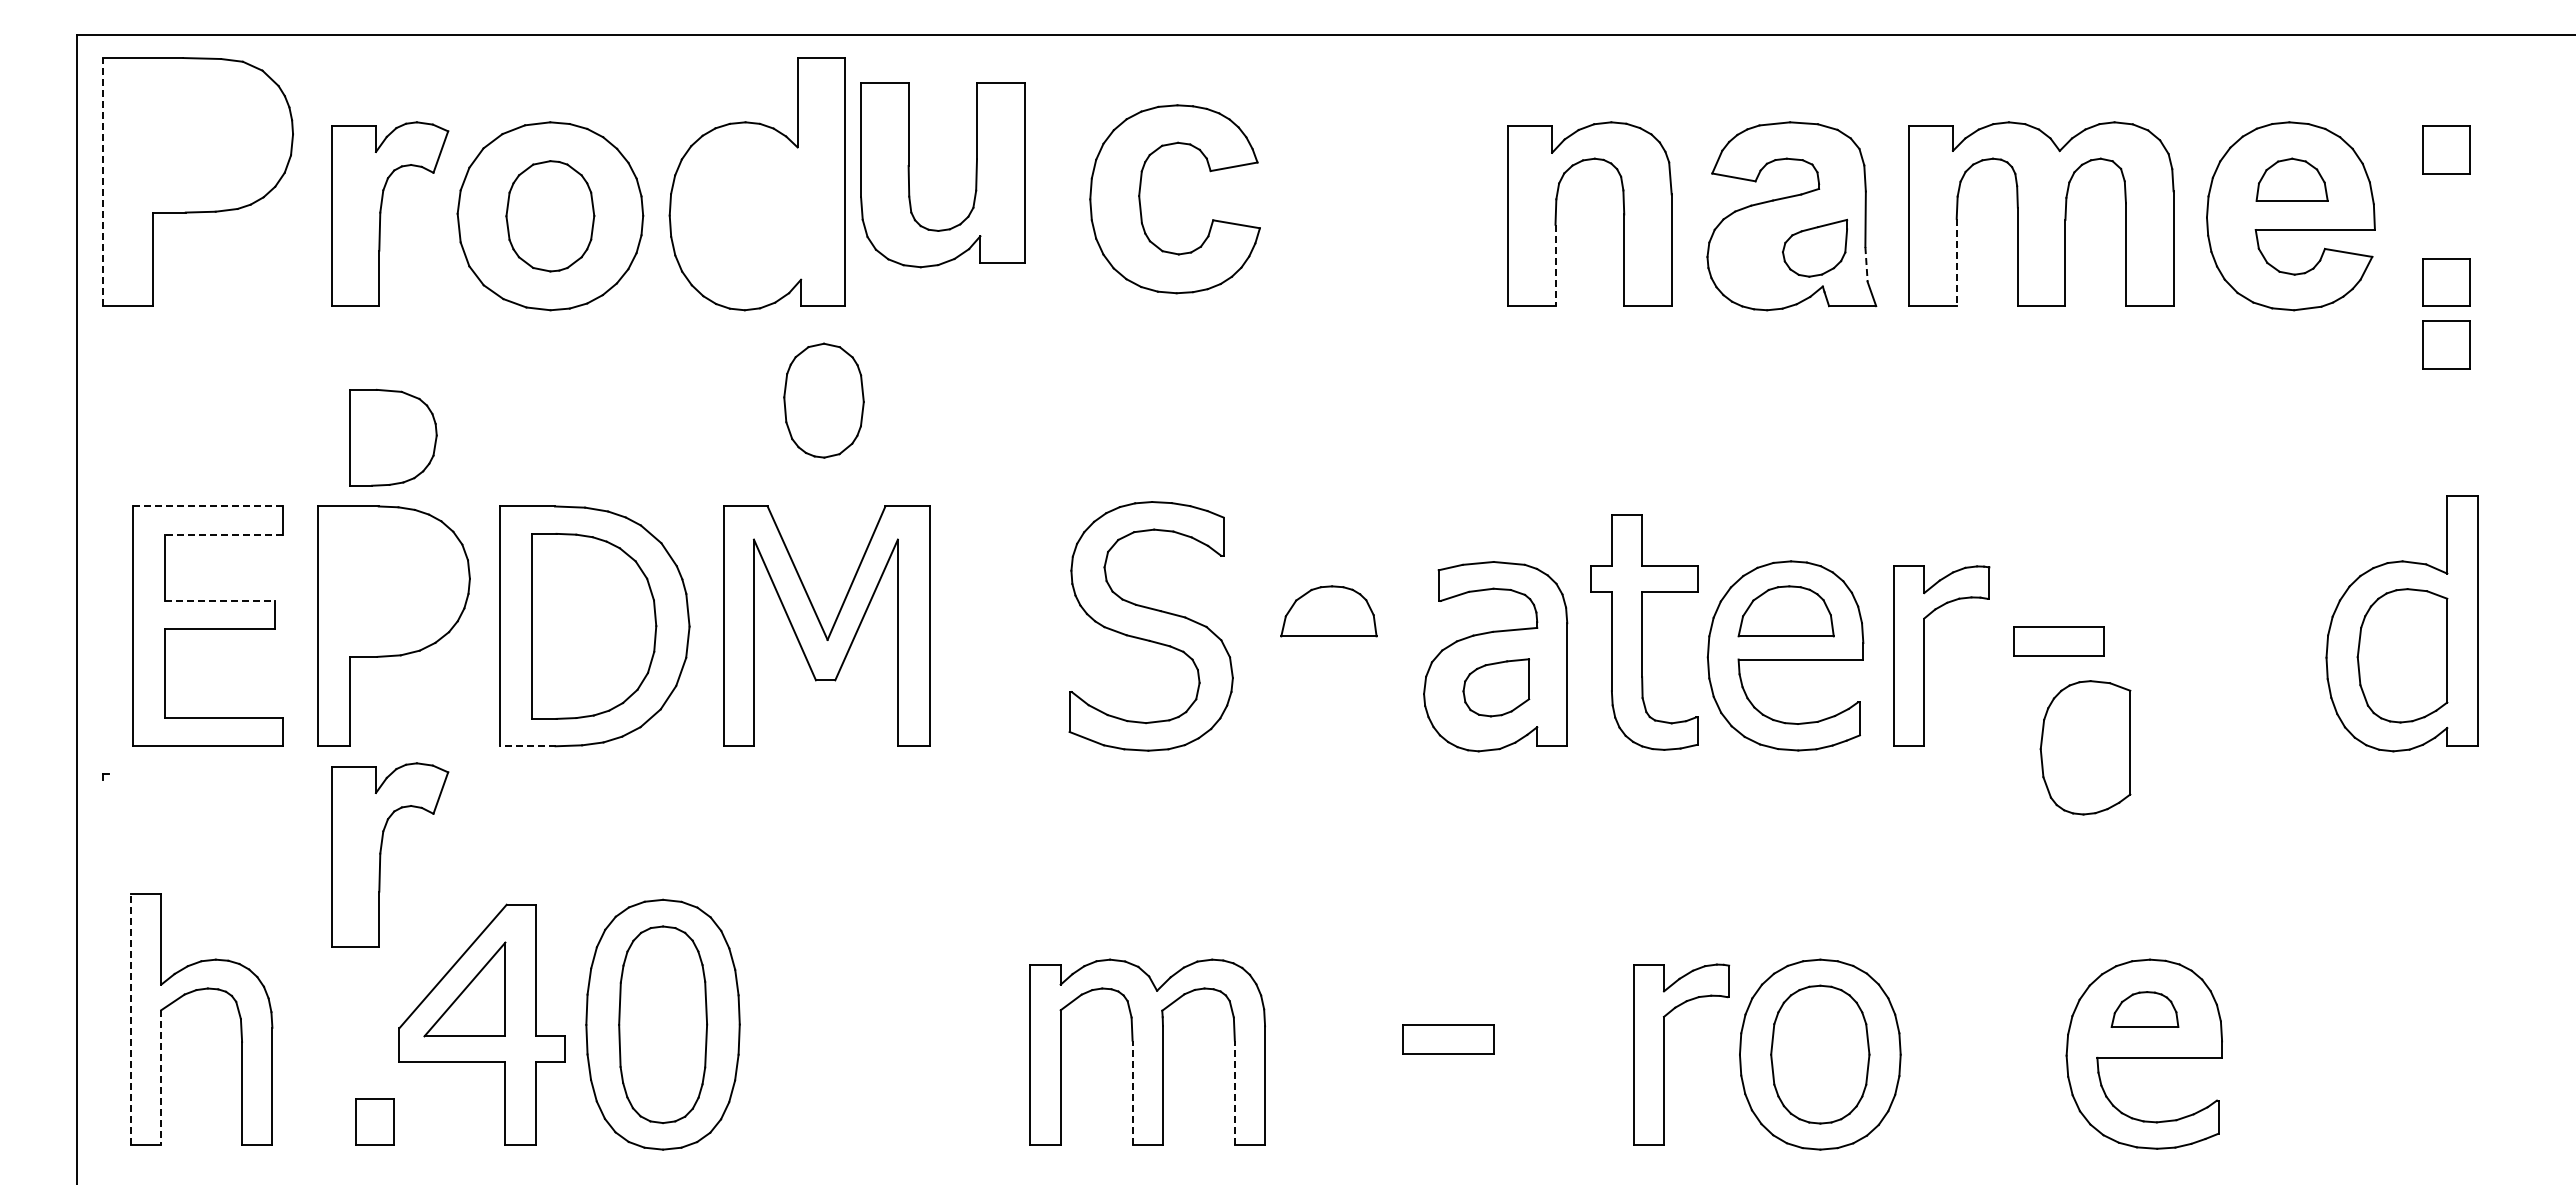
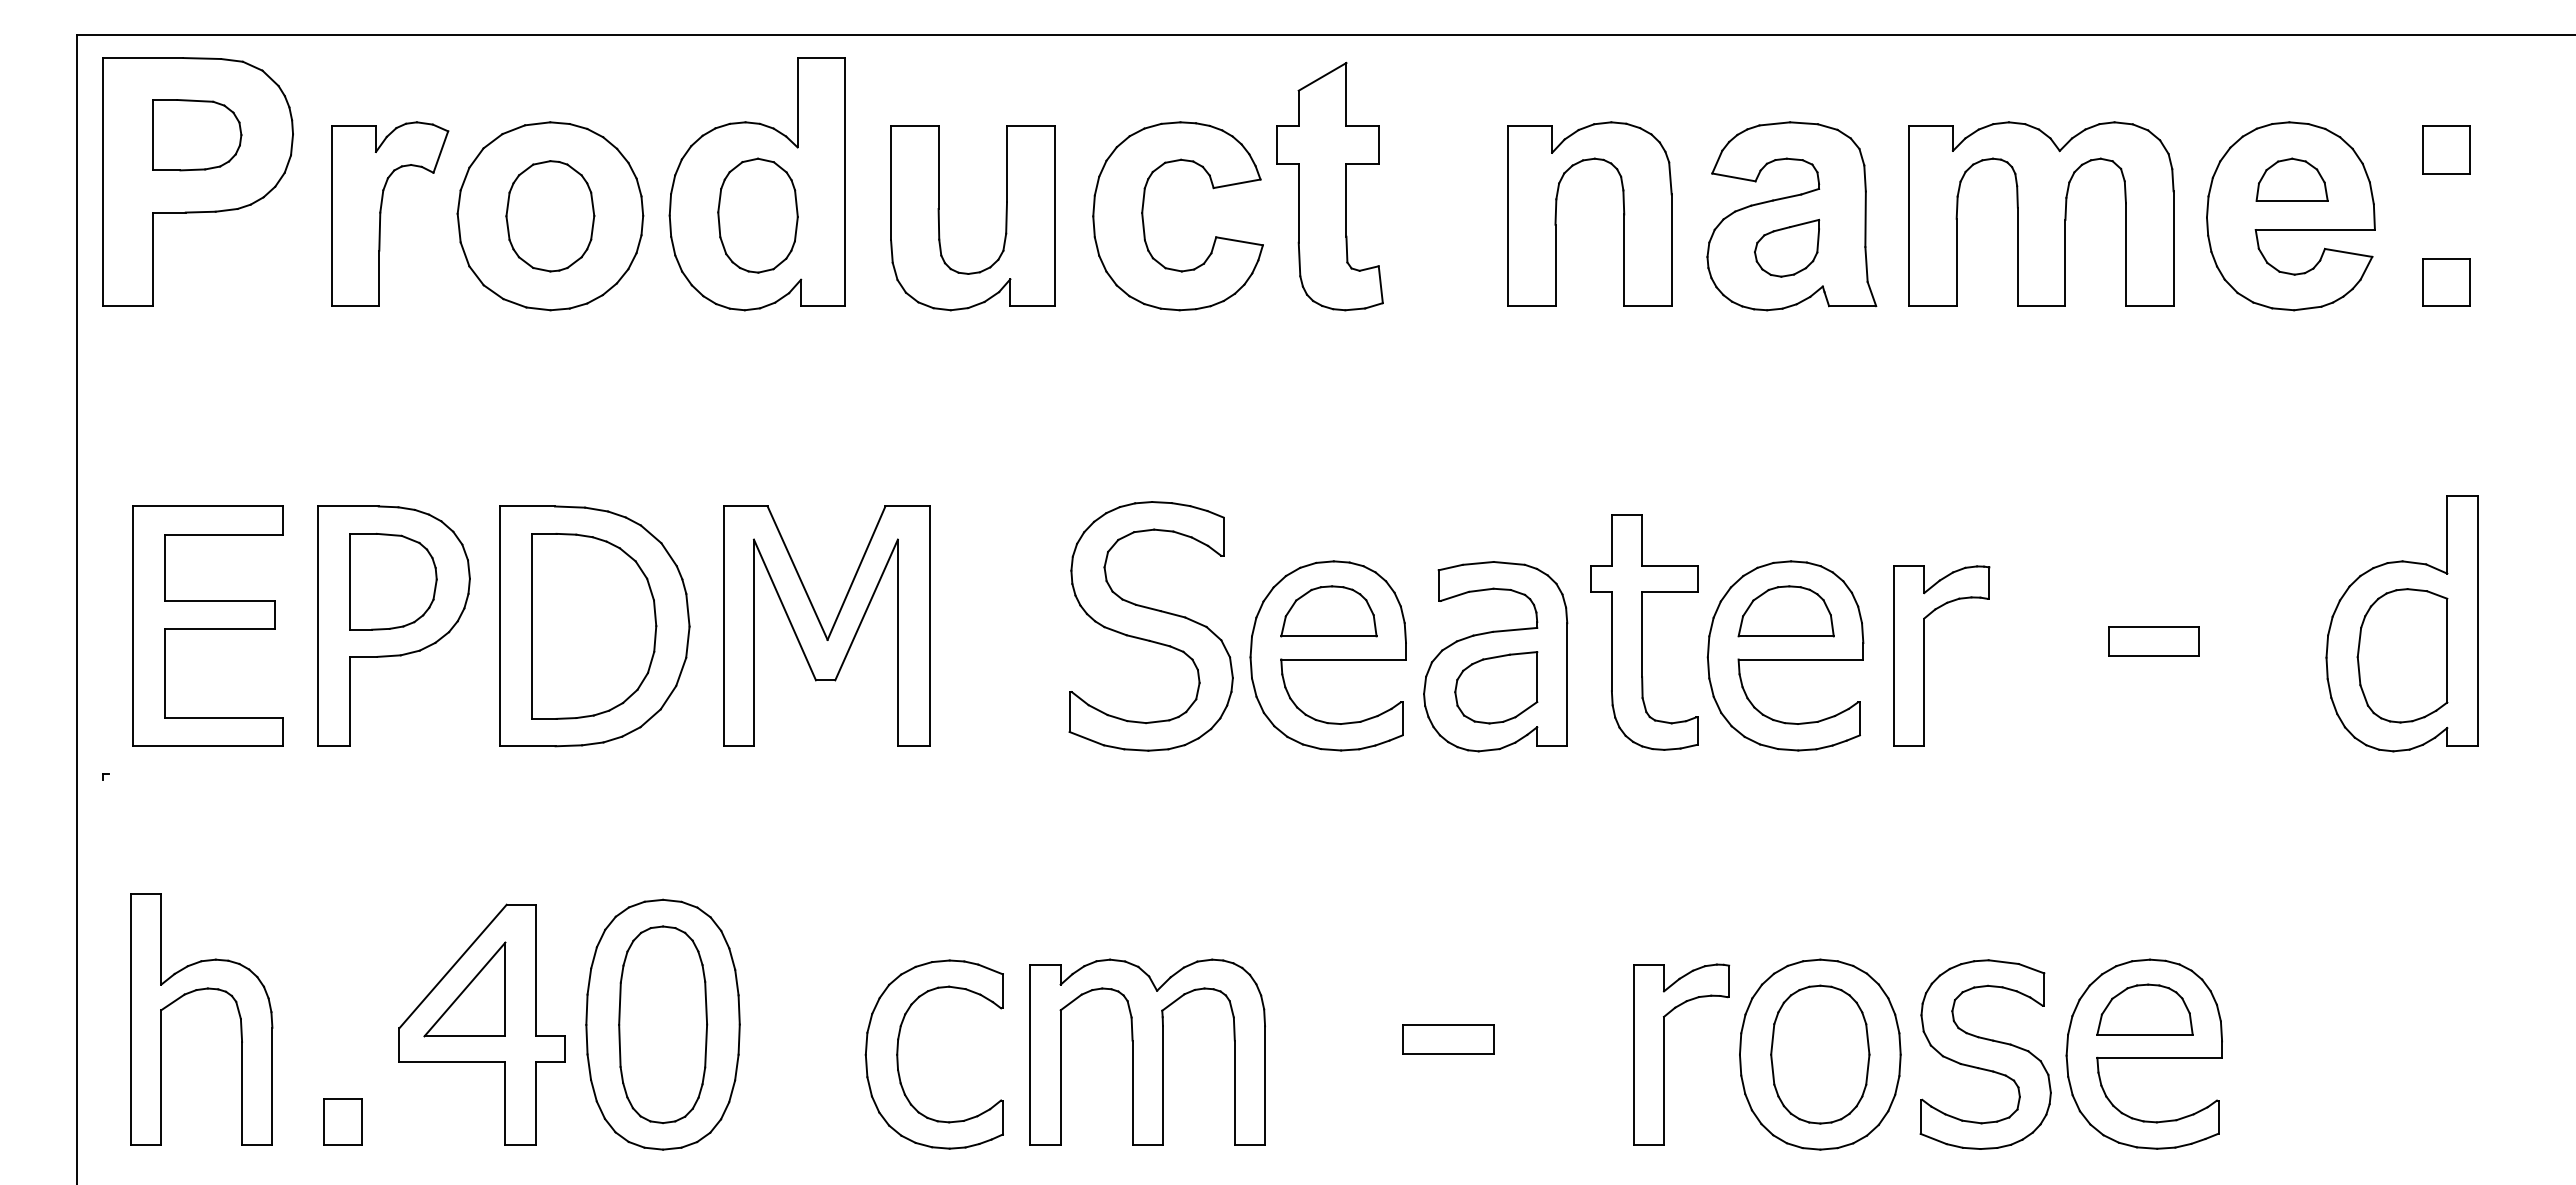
part at (197, 135): none -> present
part at (909, 175) position: (909, 175) -> (939, 218)
line at (102, 181): dashed -> solid
part at (1329, 186): none -> present
part at (1141, 206) position: (1141, 206) -> (1144, 223)
part at (1815, 247) position: (1815, 247) -> (1787, 247)
line at (1956, 262): dashed -> solid
line at (1866, 264): dashed -> solid
line at (1555, 265): dashed -> solid
part at (2446, 344): present -> none
part at (823, 400) position: (823, 400) -> (757, 215)
part at (393, 437) position: (393, 437) -> (393, 581)
line at (208, 506): dashed -> solid
line at (223, 534): dashed -> solid
line at (220, 600): dashed -> solid
part at (2058, 641) position: (2058, 641) -> (2153, 641)
part at (1327, 655): none -> present
part at (1496, 687) size: 69x60 px -> 85x74 px
line at (527, 746): dashed -> solid
part at (2085, 747): present -> none
part at (381, 854): present -> none
part at (2144, 1009) size: 70x37 px -> 98x53 px
line at (130, 1018): dashed -> solid
part at (898, 1054): none -> present
part at (1985, 1054): none -> present
line at (161, 1077): dashed -> solid
line at (1132, 1092): dashed -> solid
line at (1234, 1092): dashed -> solid
part at (374, 1121) position: (374, 1121) -> (342, 1121)
